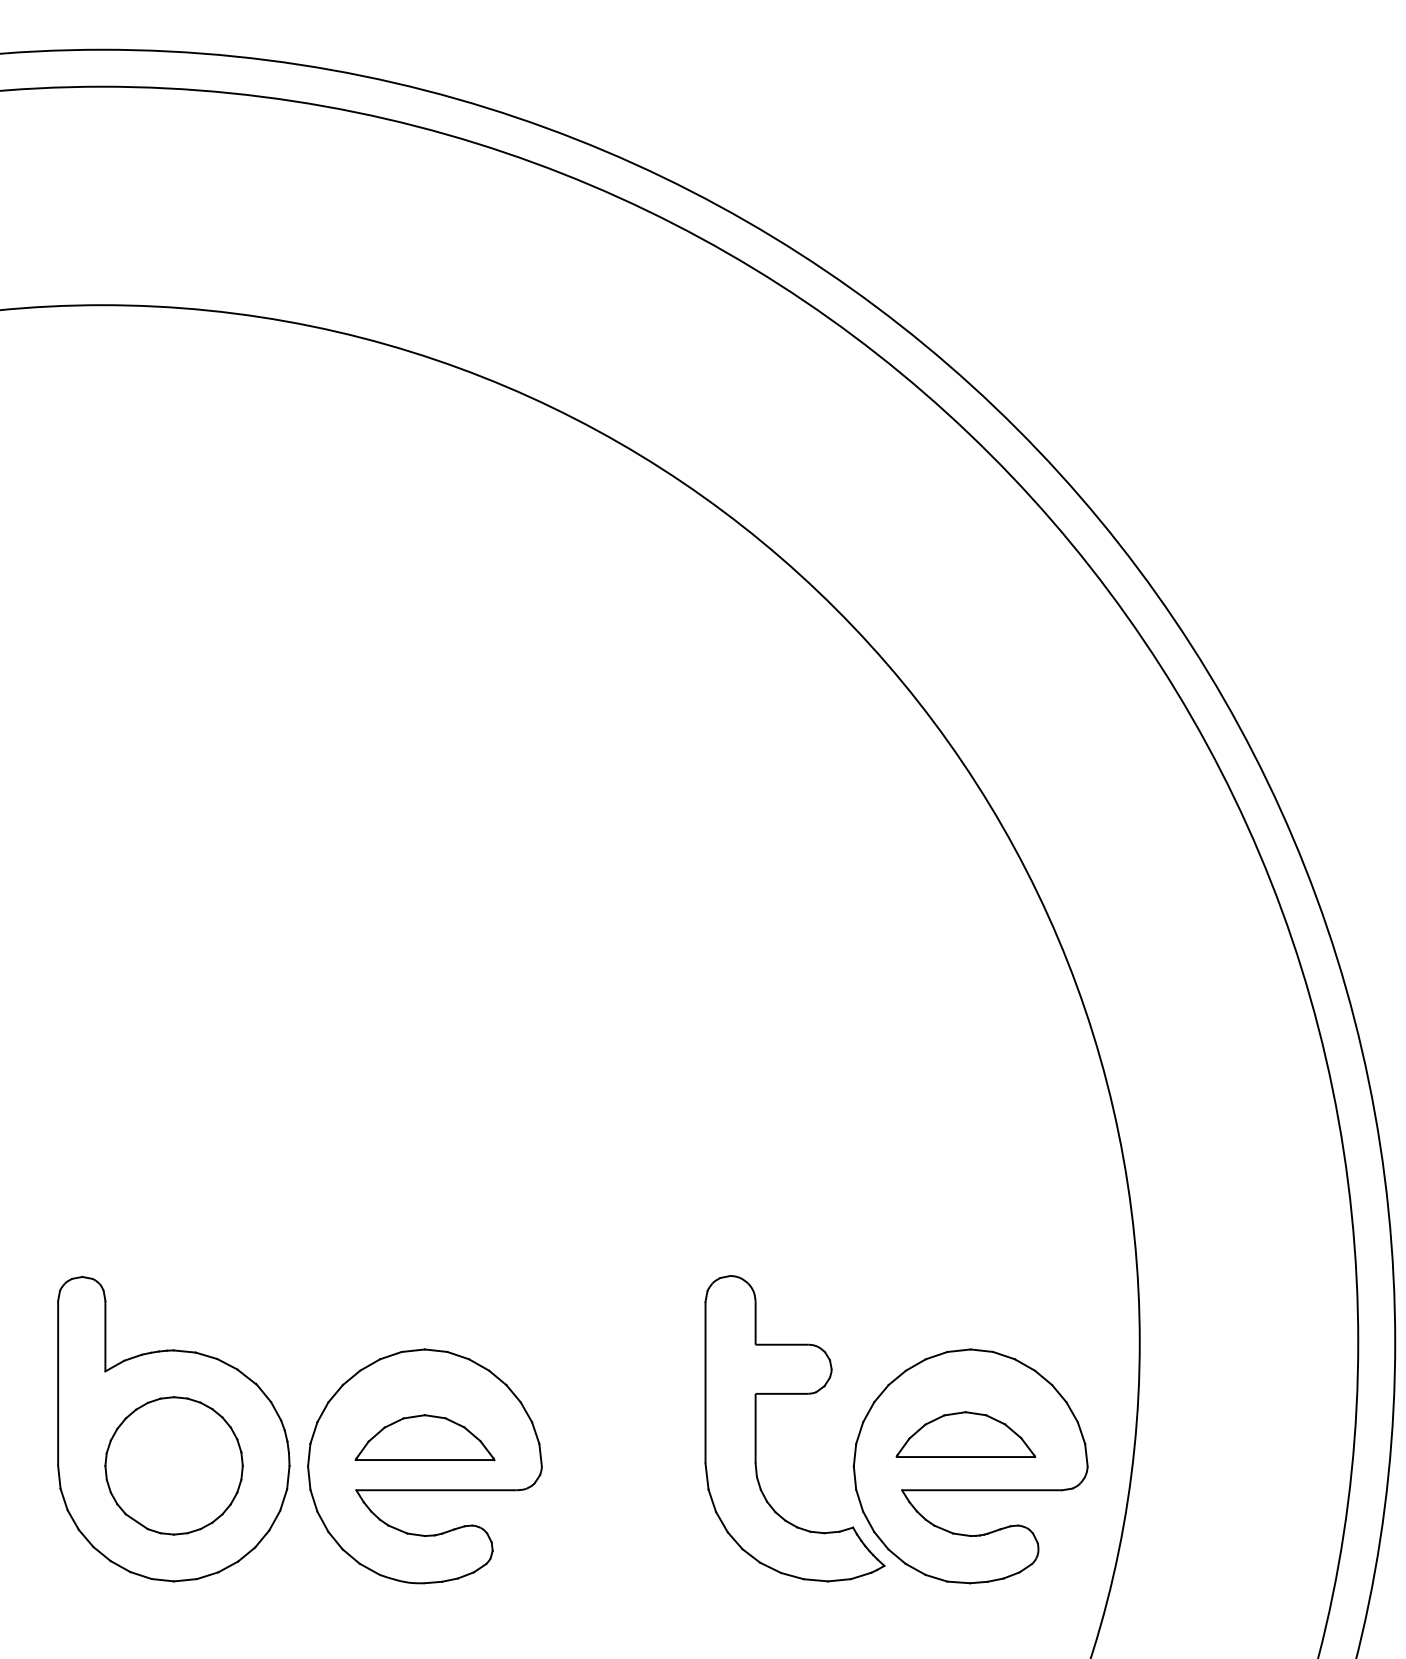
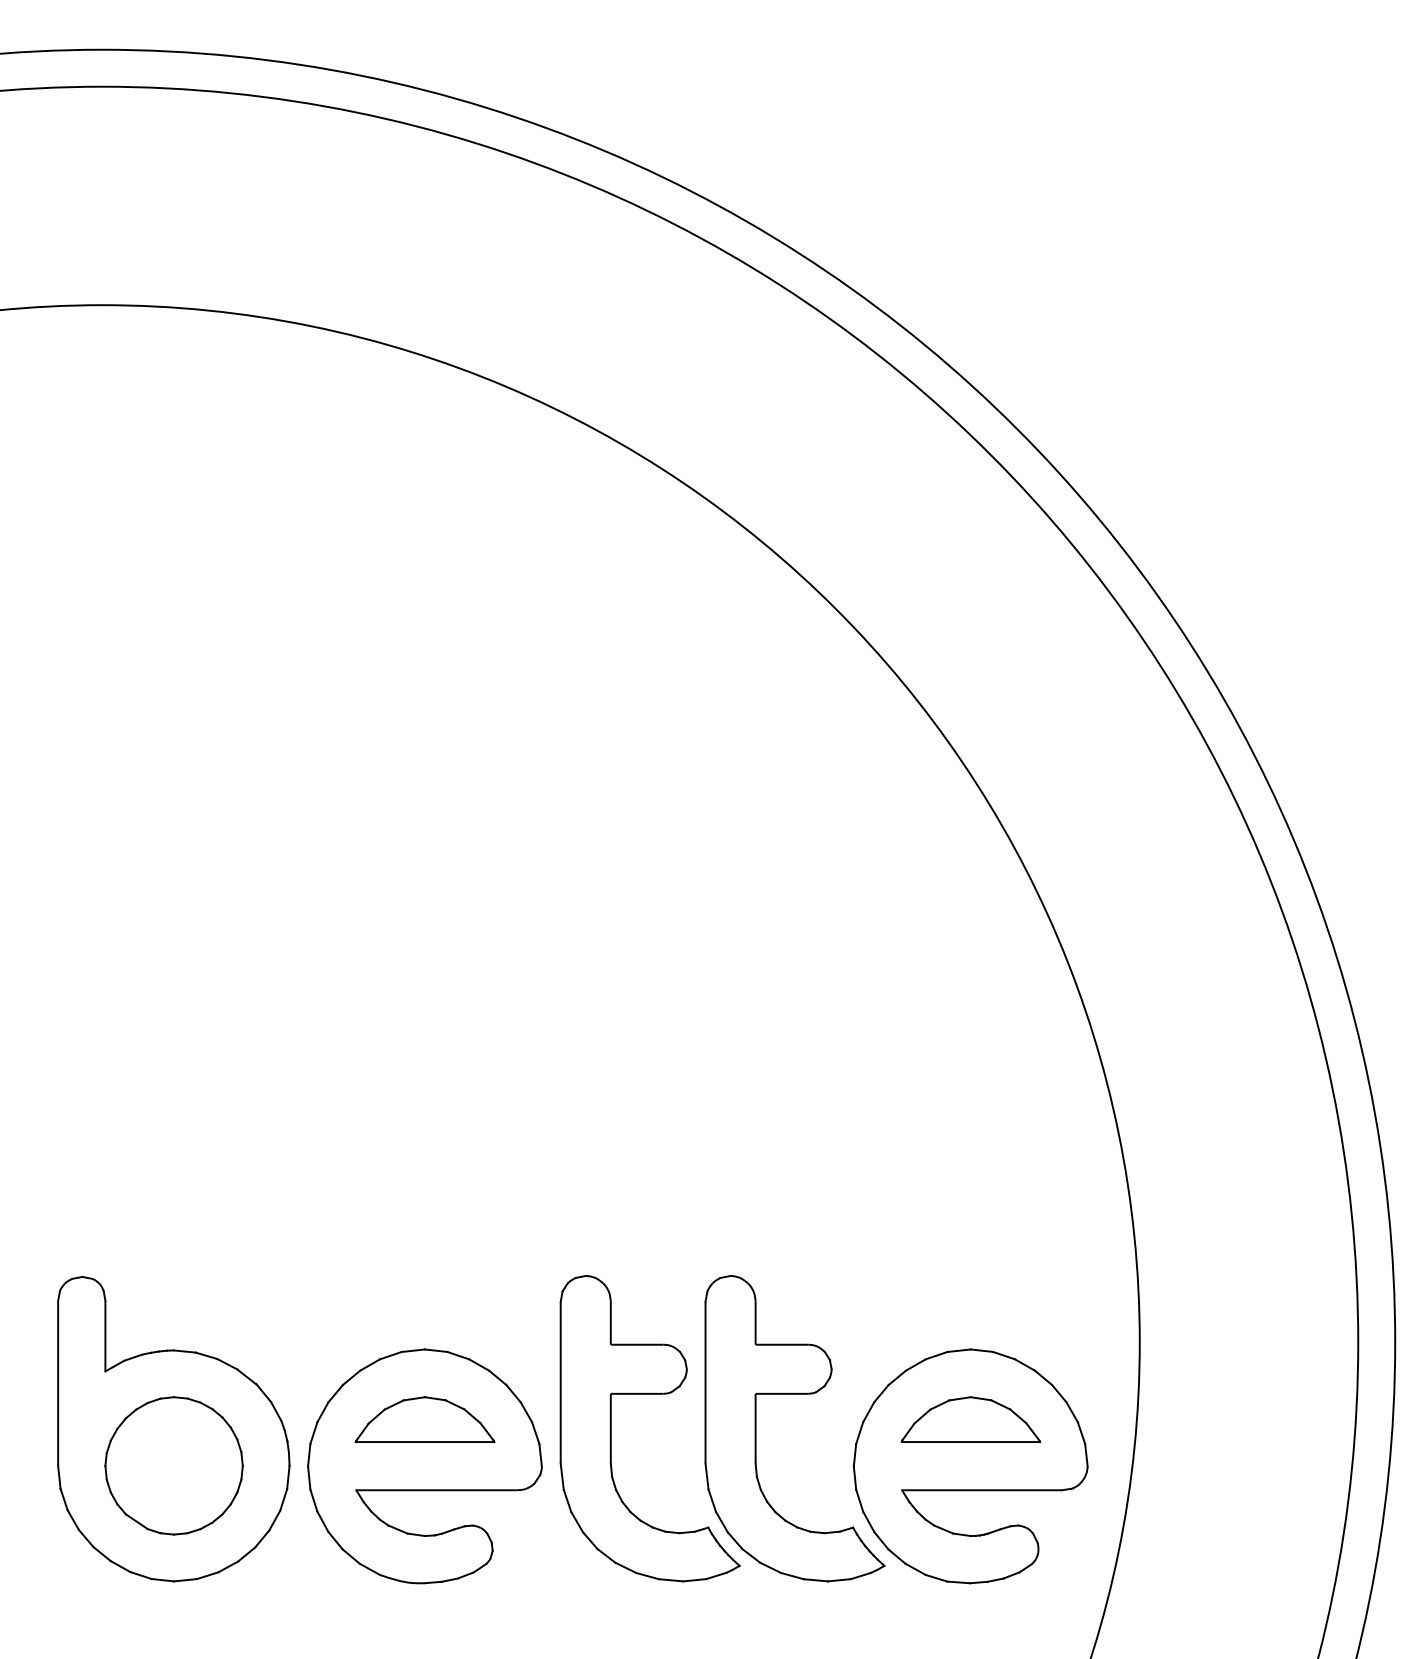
part at (649, 1394): none -> present
part at (965, 1434) position: (965, 1434) -> (970, 1419)
part at (424, 1437) position: (424, 1437) -> (424, 1419)
